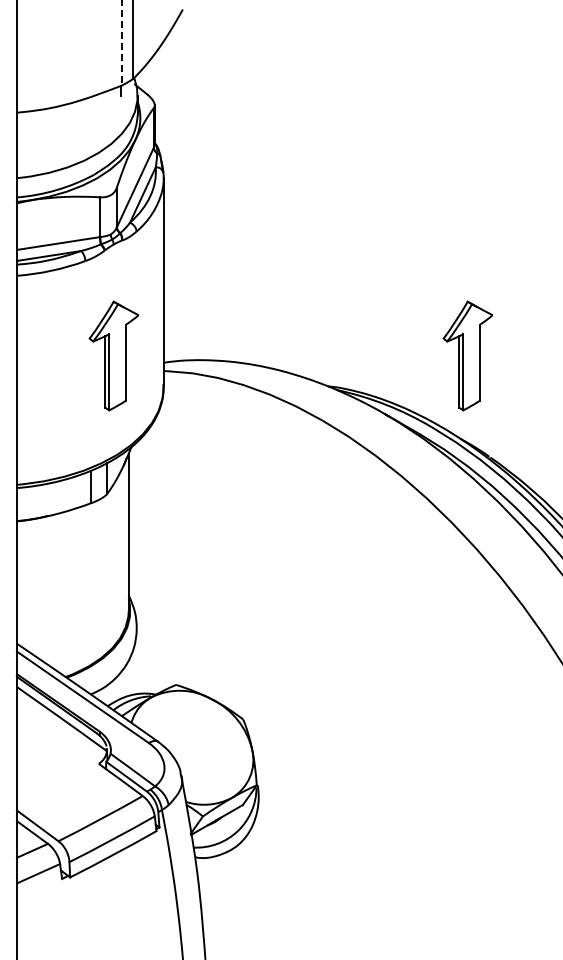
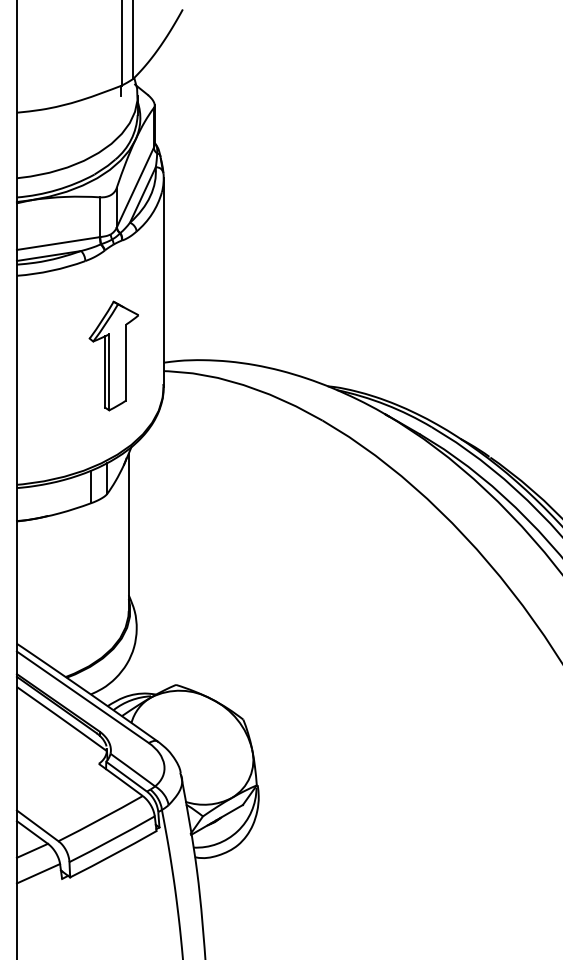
line at (121, 43): dashed -> solid
part at (467, 355): present -> none
